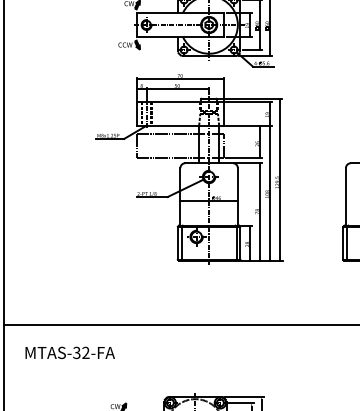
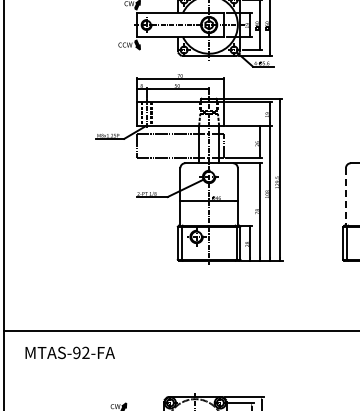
line at (345, 196): solid -> dashed
line at (180, 324) position: (180, 324) -> (180, 330)
text at (76, 352): MTAS-32-FA -> MTAS-92-FA
